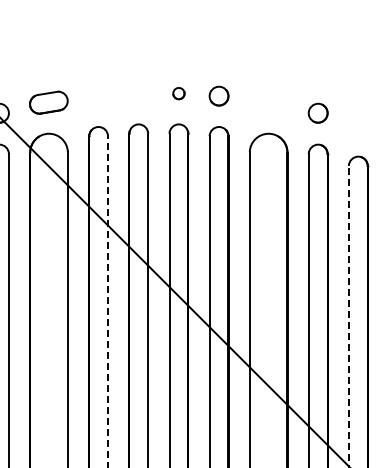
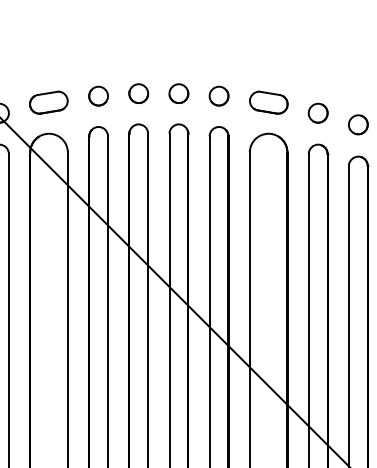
part at (138, 93): none -> present
part at (178, 93) size: 14x14 px -> 22x21 px
part at (98, 95): none -> present
part at (268, 102): none -> present
part at (358, 124): none -> present
line at (108, 301): dashed -> solid
line at (348, 316): dashed -> solid
